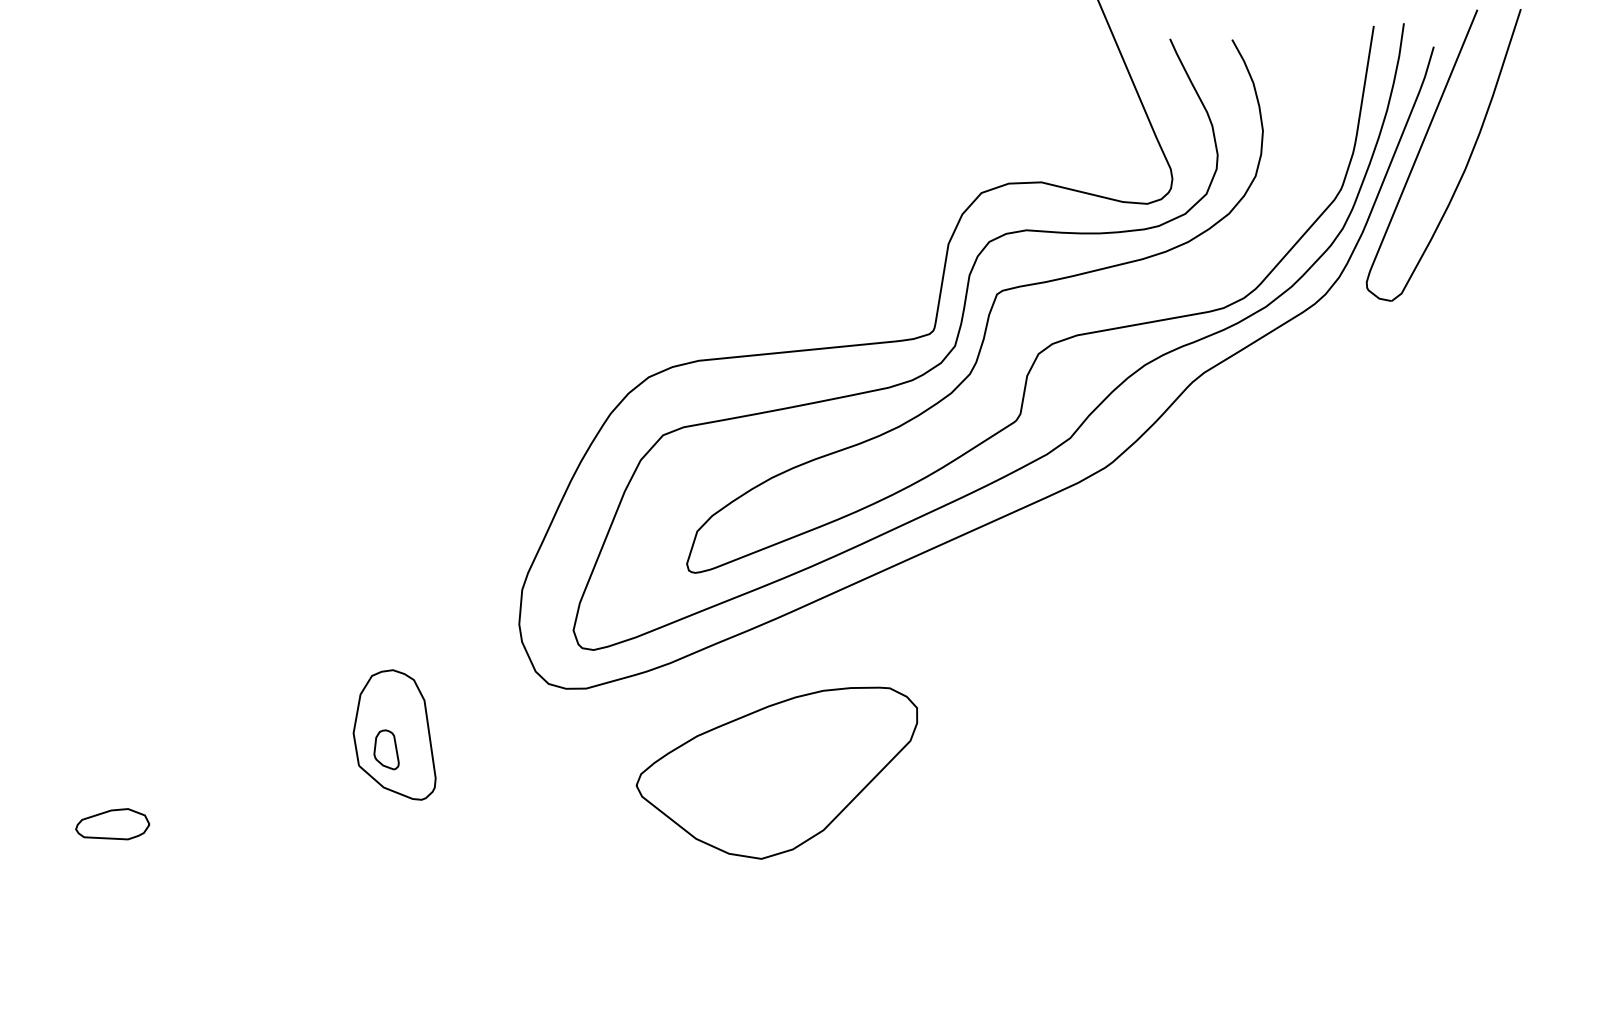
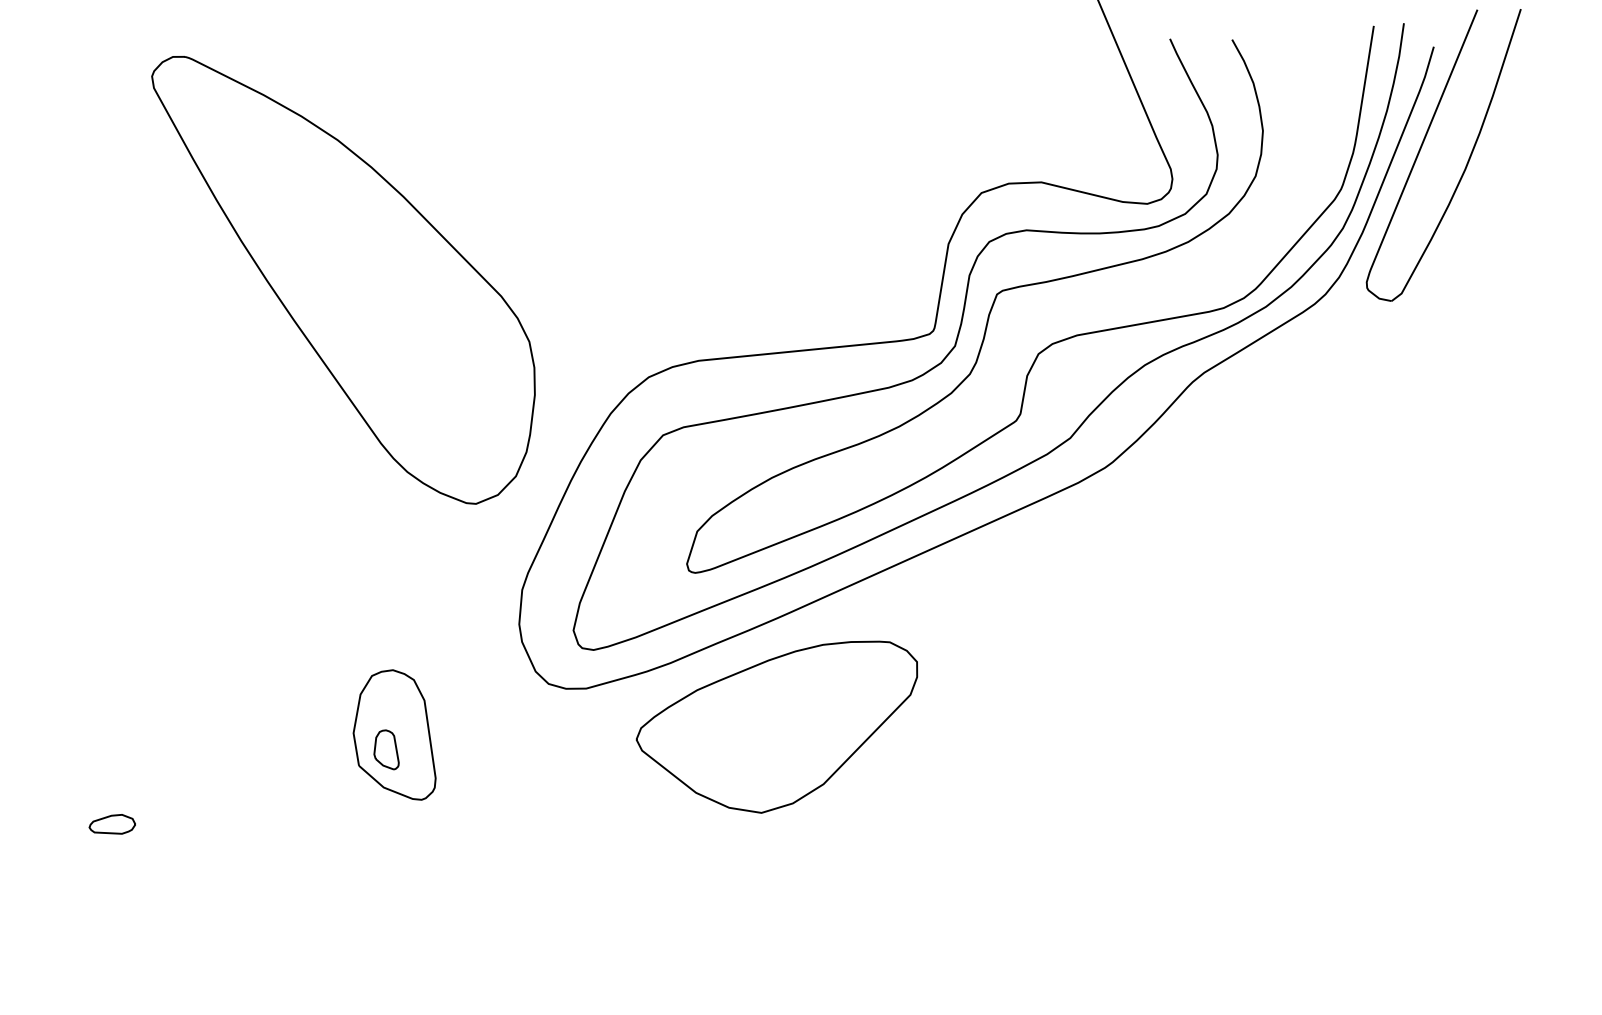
part at (343, 280): none -> present
part at (776, 772) position: (776, 772) -> (776, 726)
part at (112, 824) size: 76x33 px -> 48x21 px
